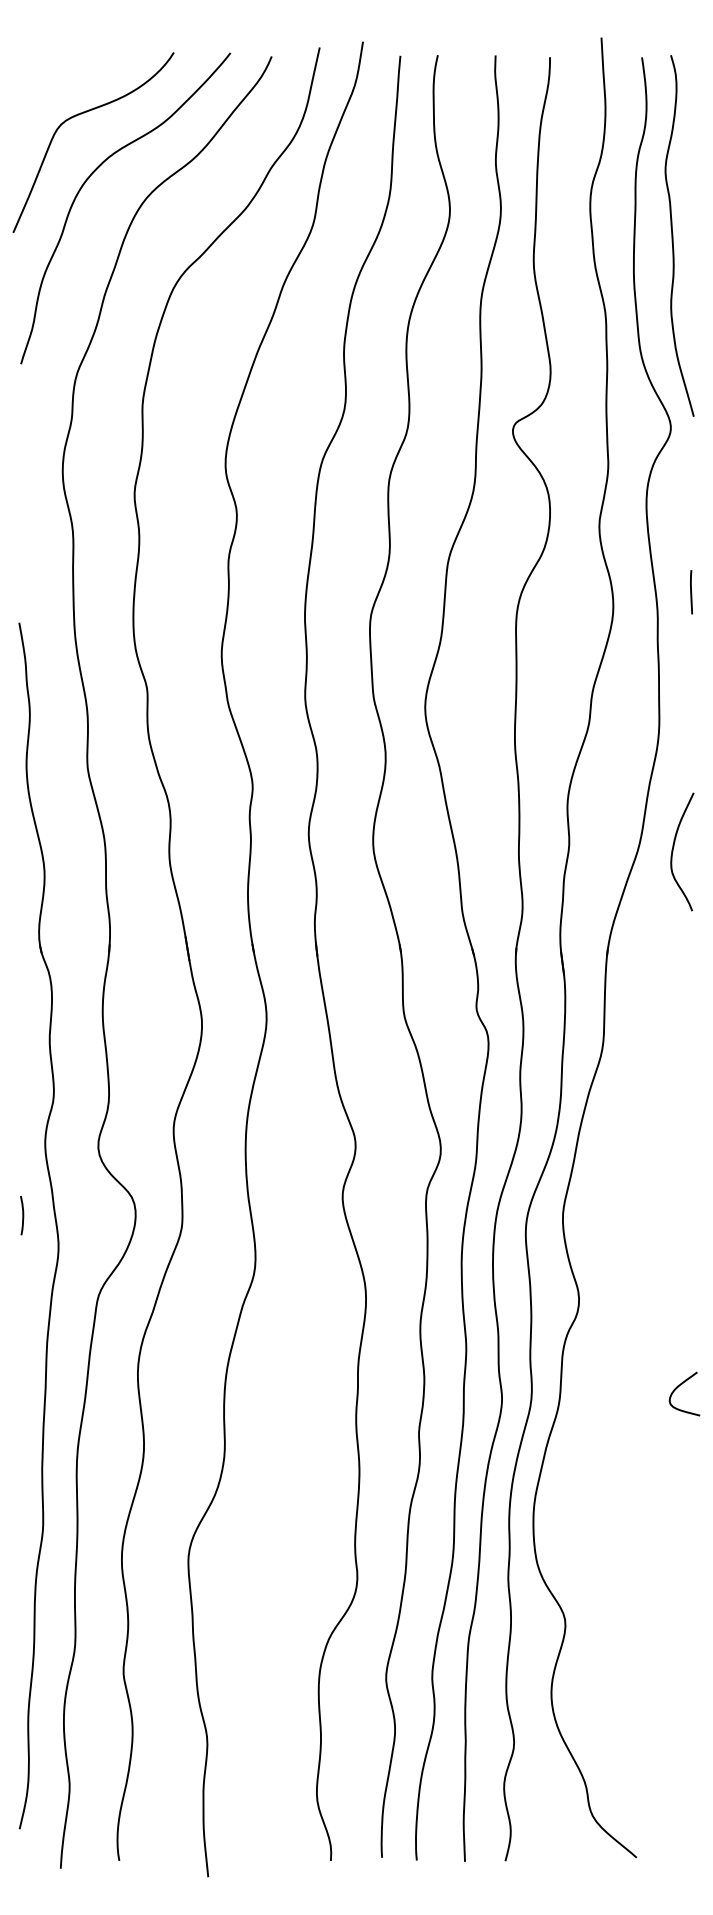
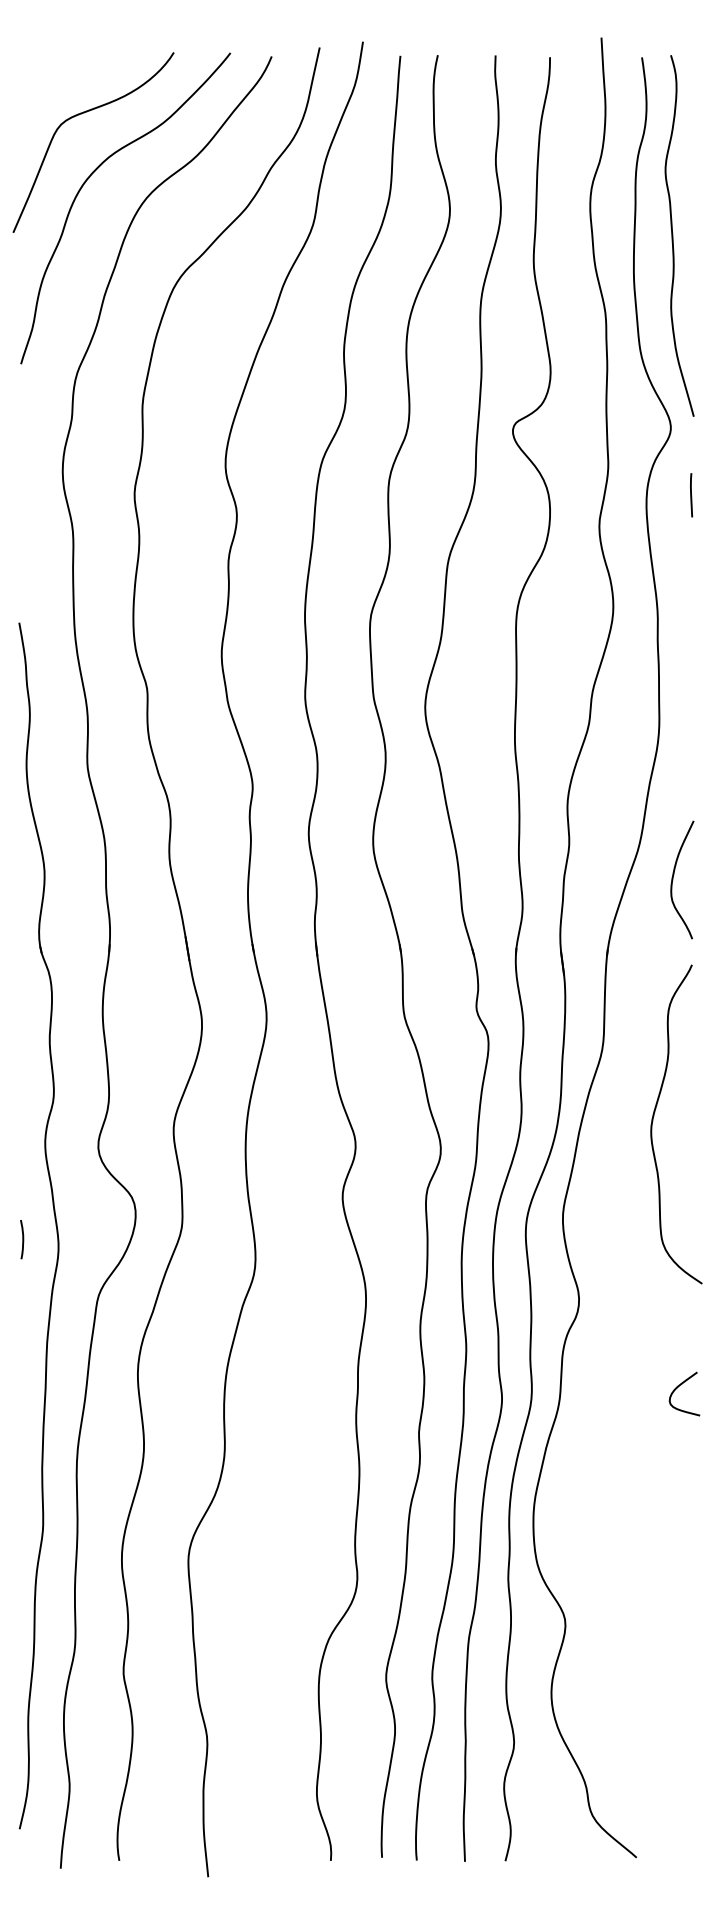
line at (691, 592) position: (691, 592) -> (691, 495)
curve at (674, 847) position: (674, 847) -> (674, 875)
curve at (653, 1121): none -> present
curve at (22, 1215) position: (22, 1215) -> (22, 1239)
